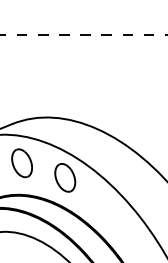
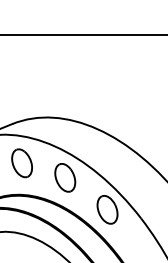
line at (84, 34): dashed -> solid
part at (107, 209): none -> present
